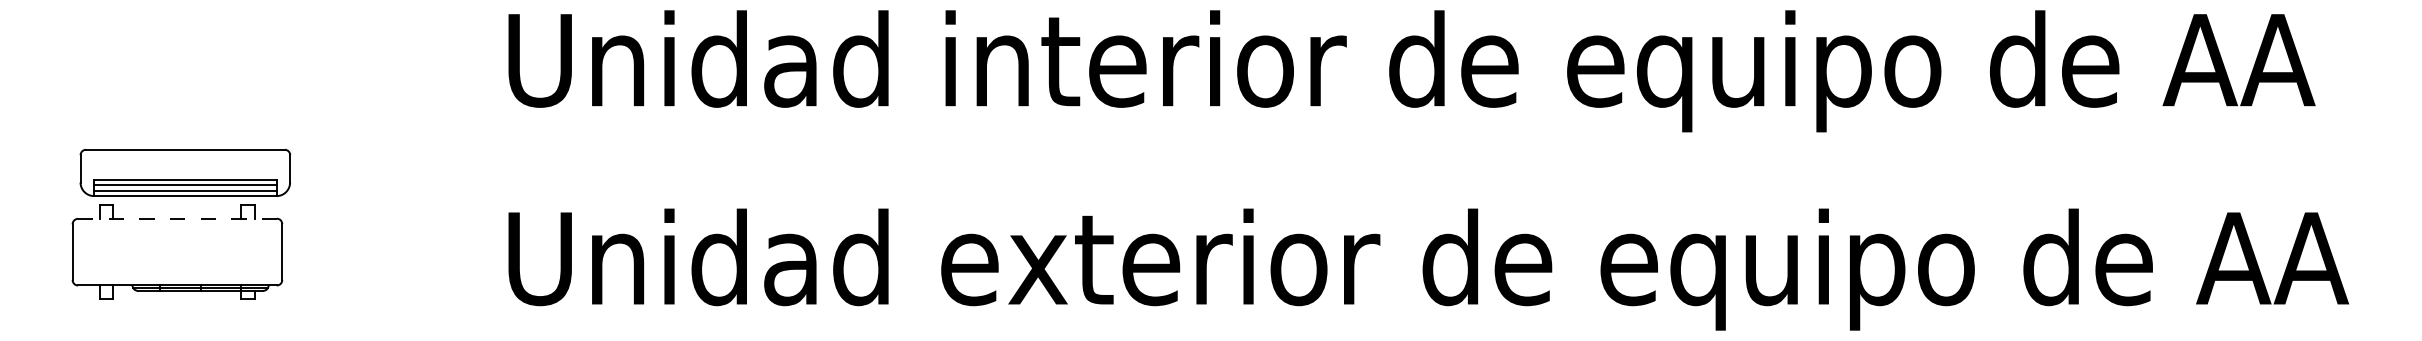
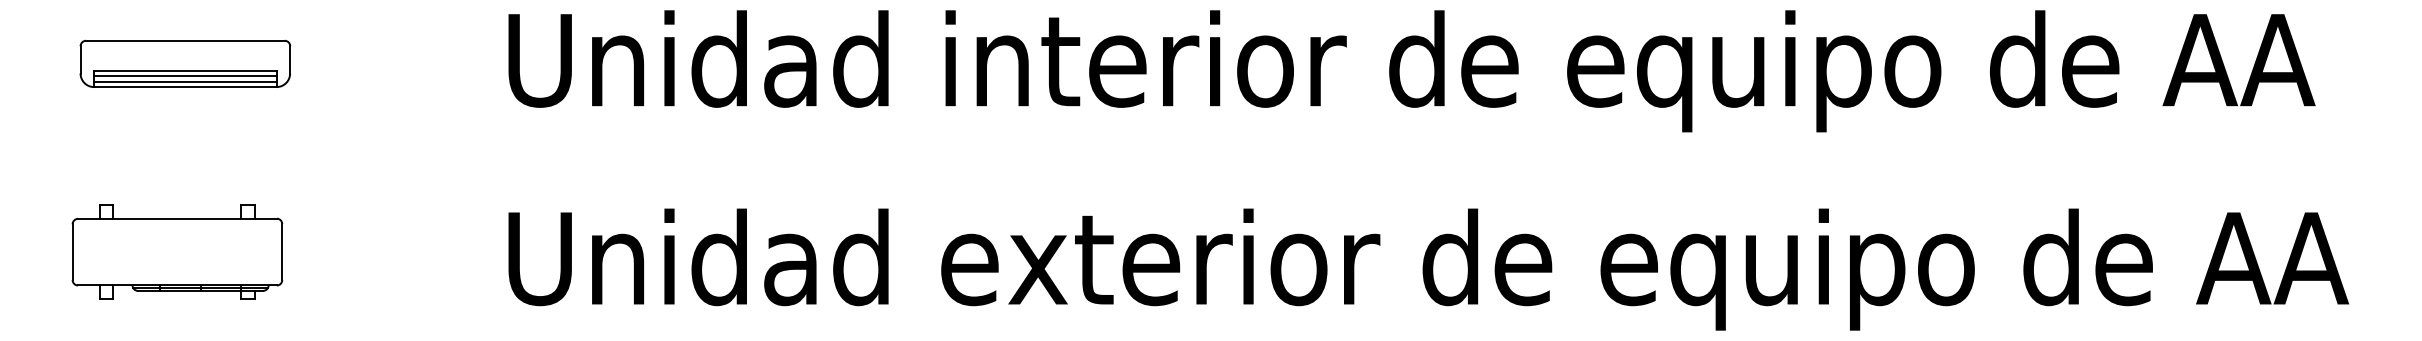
part at (185, 172) position: (185, 172) -> (185, 63)
line at (177, 218): dashed -> solid
